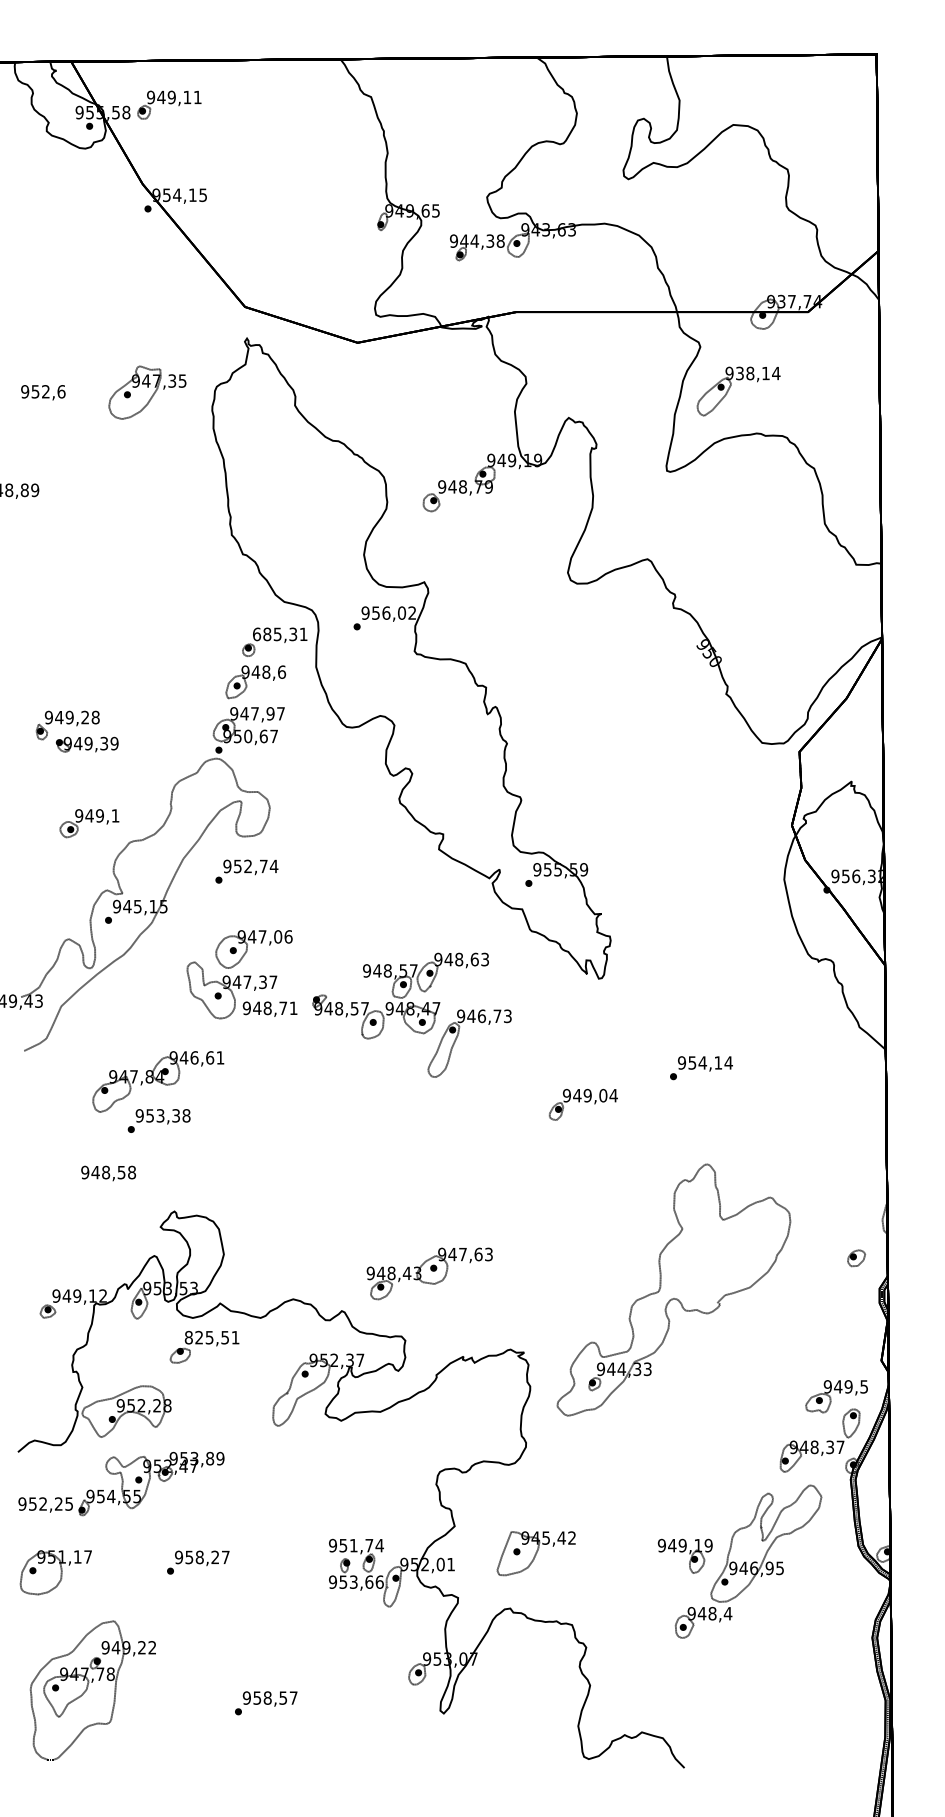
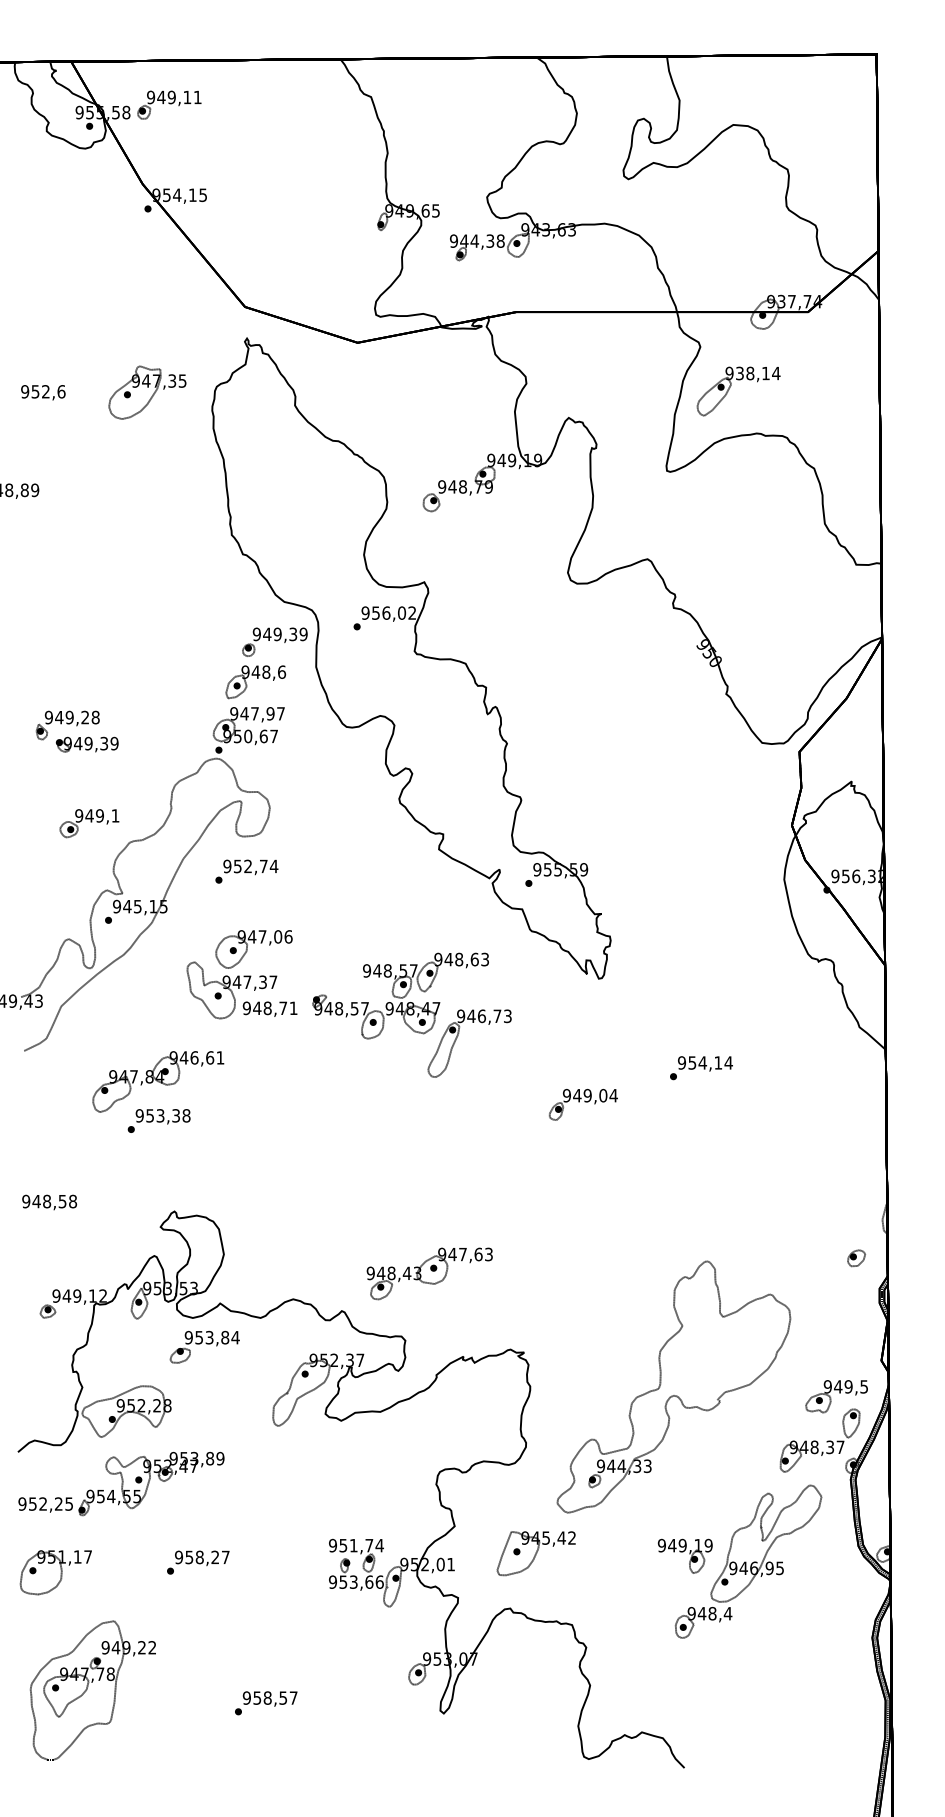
text at (279, 634): 685,31 -> 949,39
text at (108, 1173) position: (108, 1173) -> (49, 1202)
part at (673, 1289) position: (673, 1289) -> (673, 1386)
text at (211, 1337): 825,51 -> 953,84
